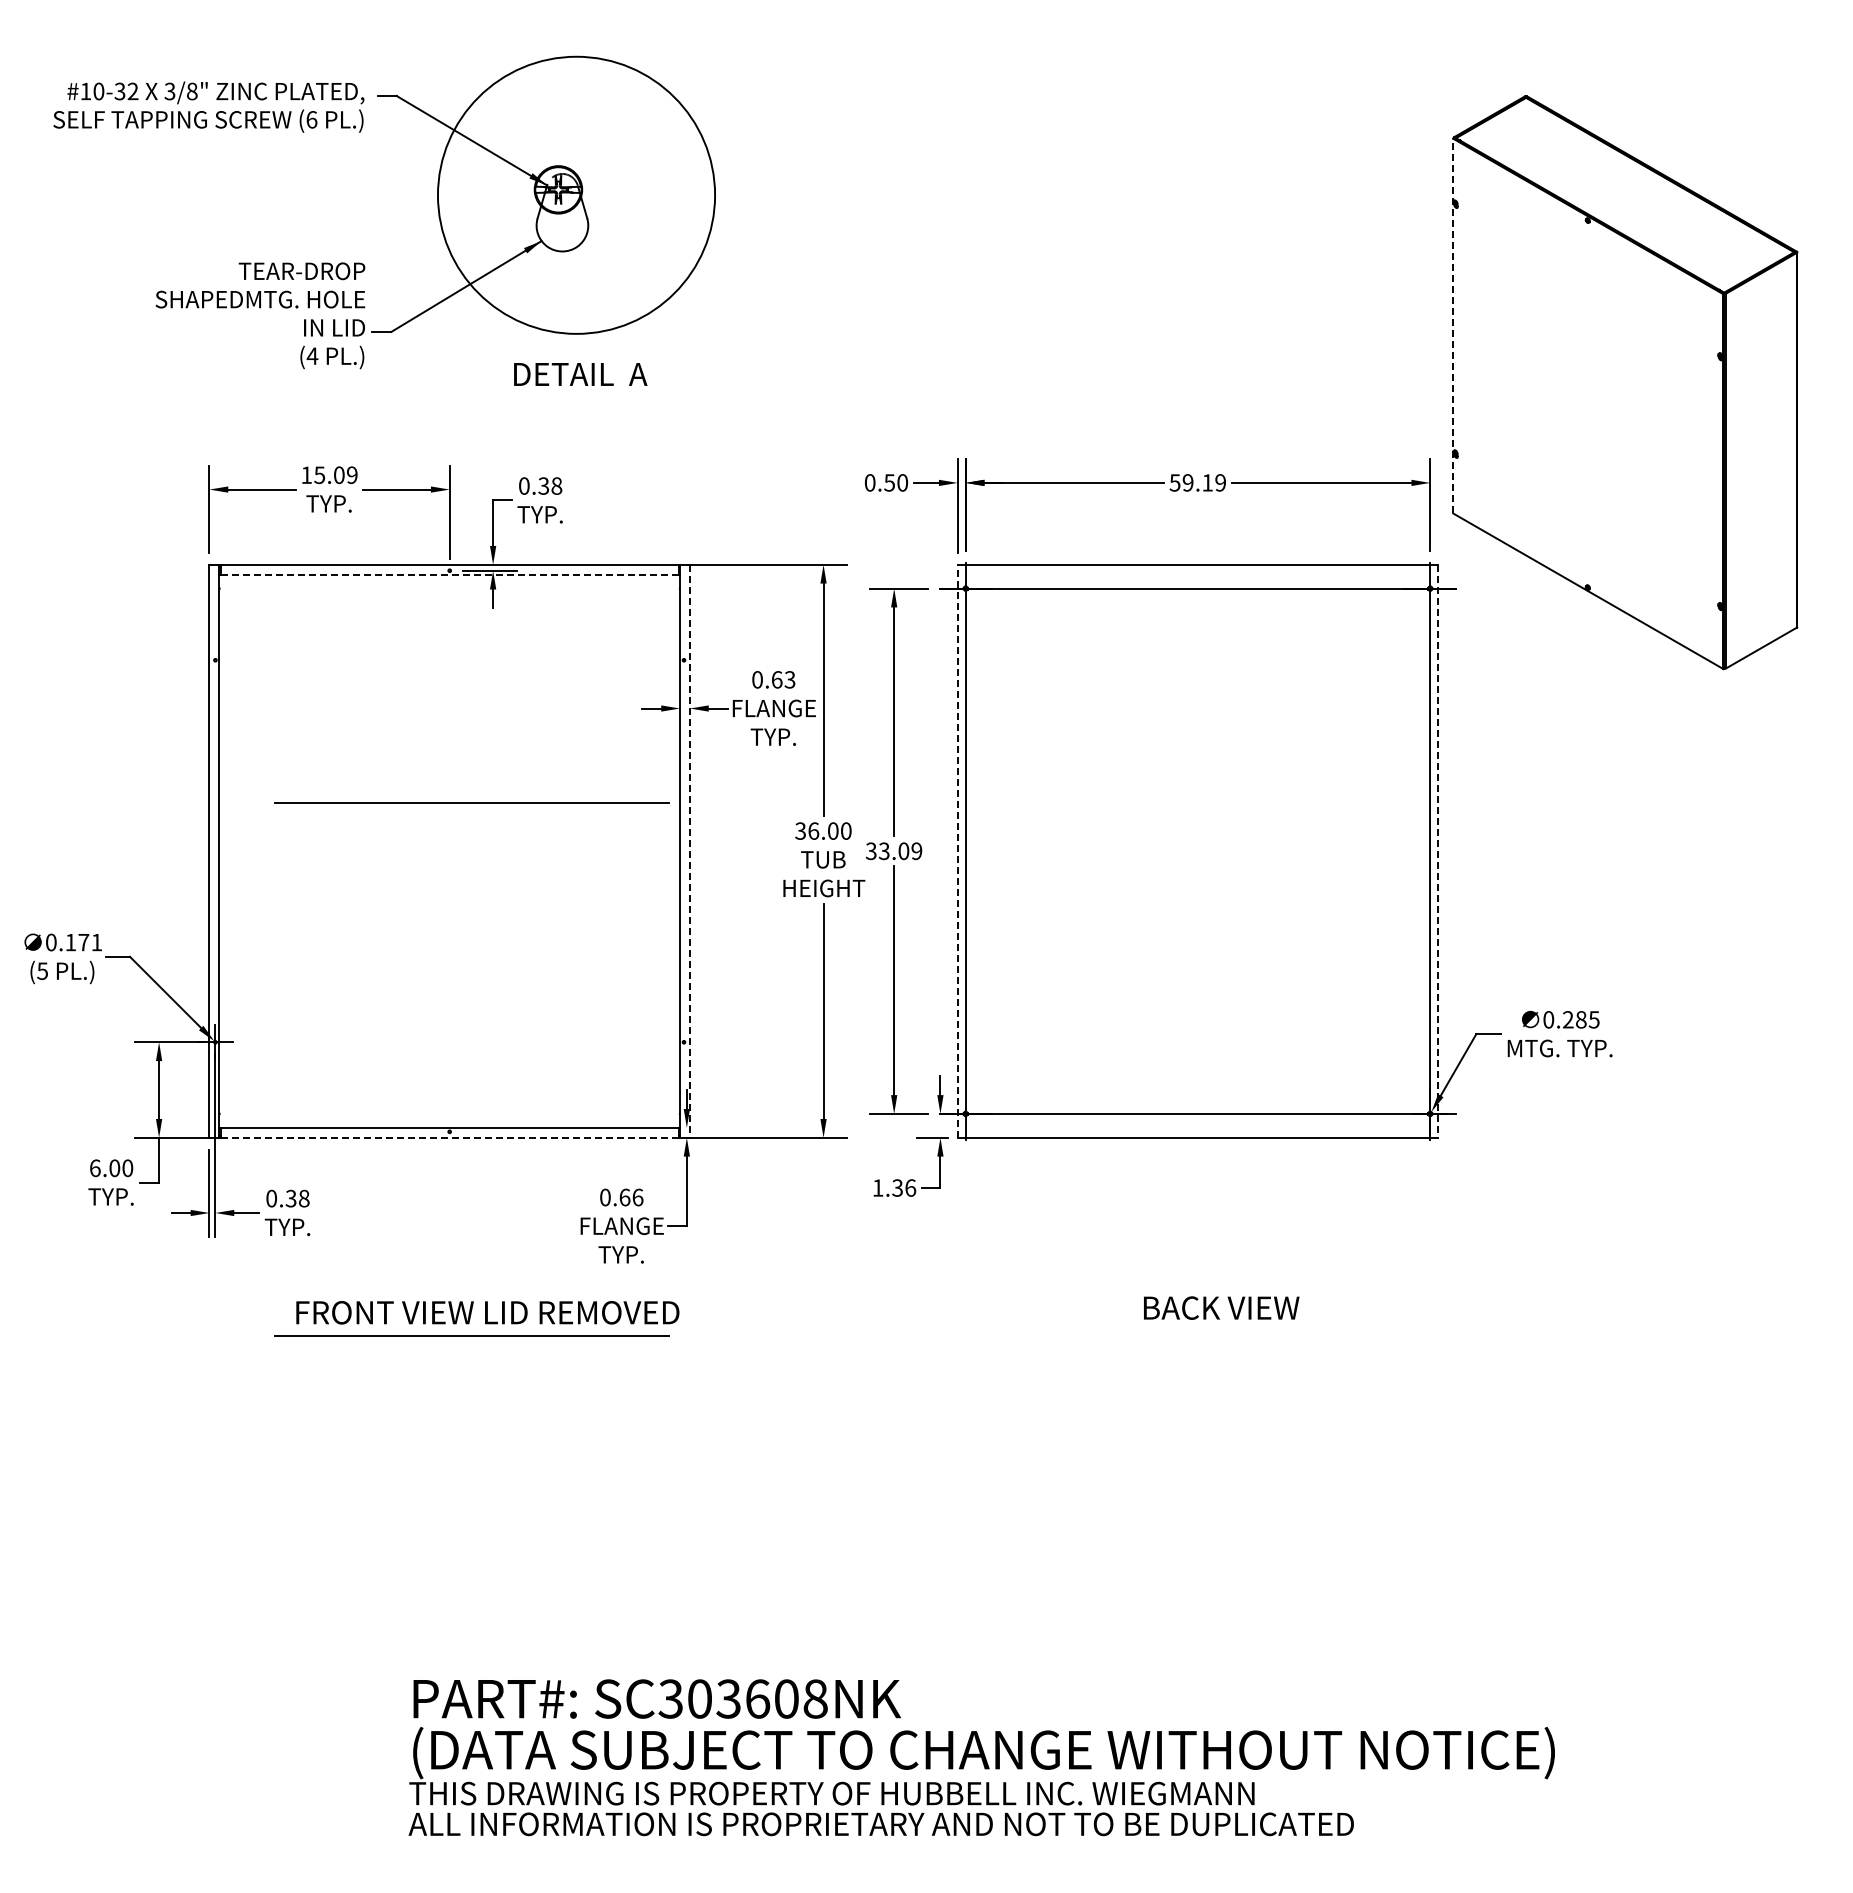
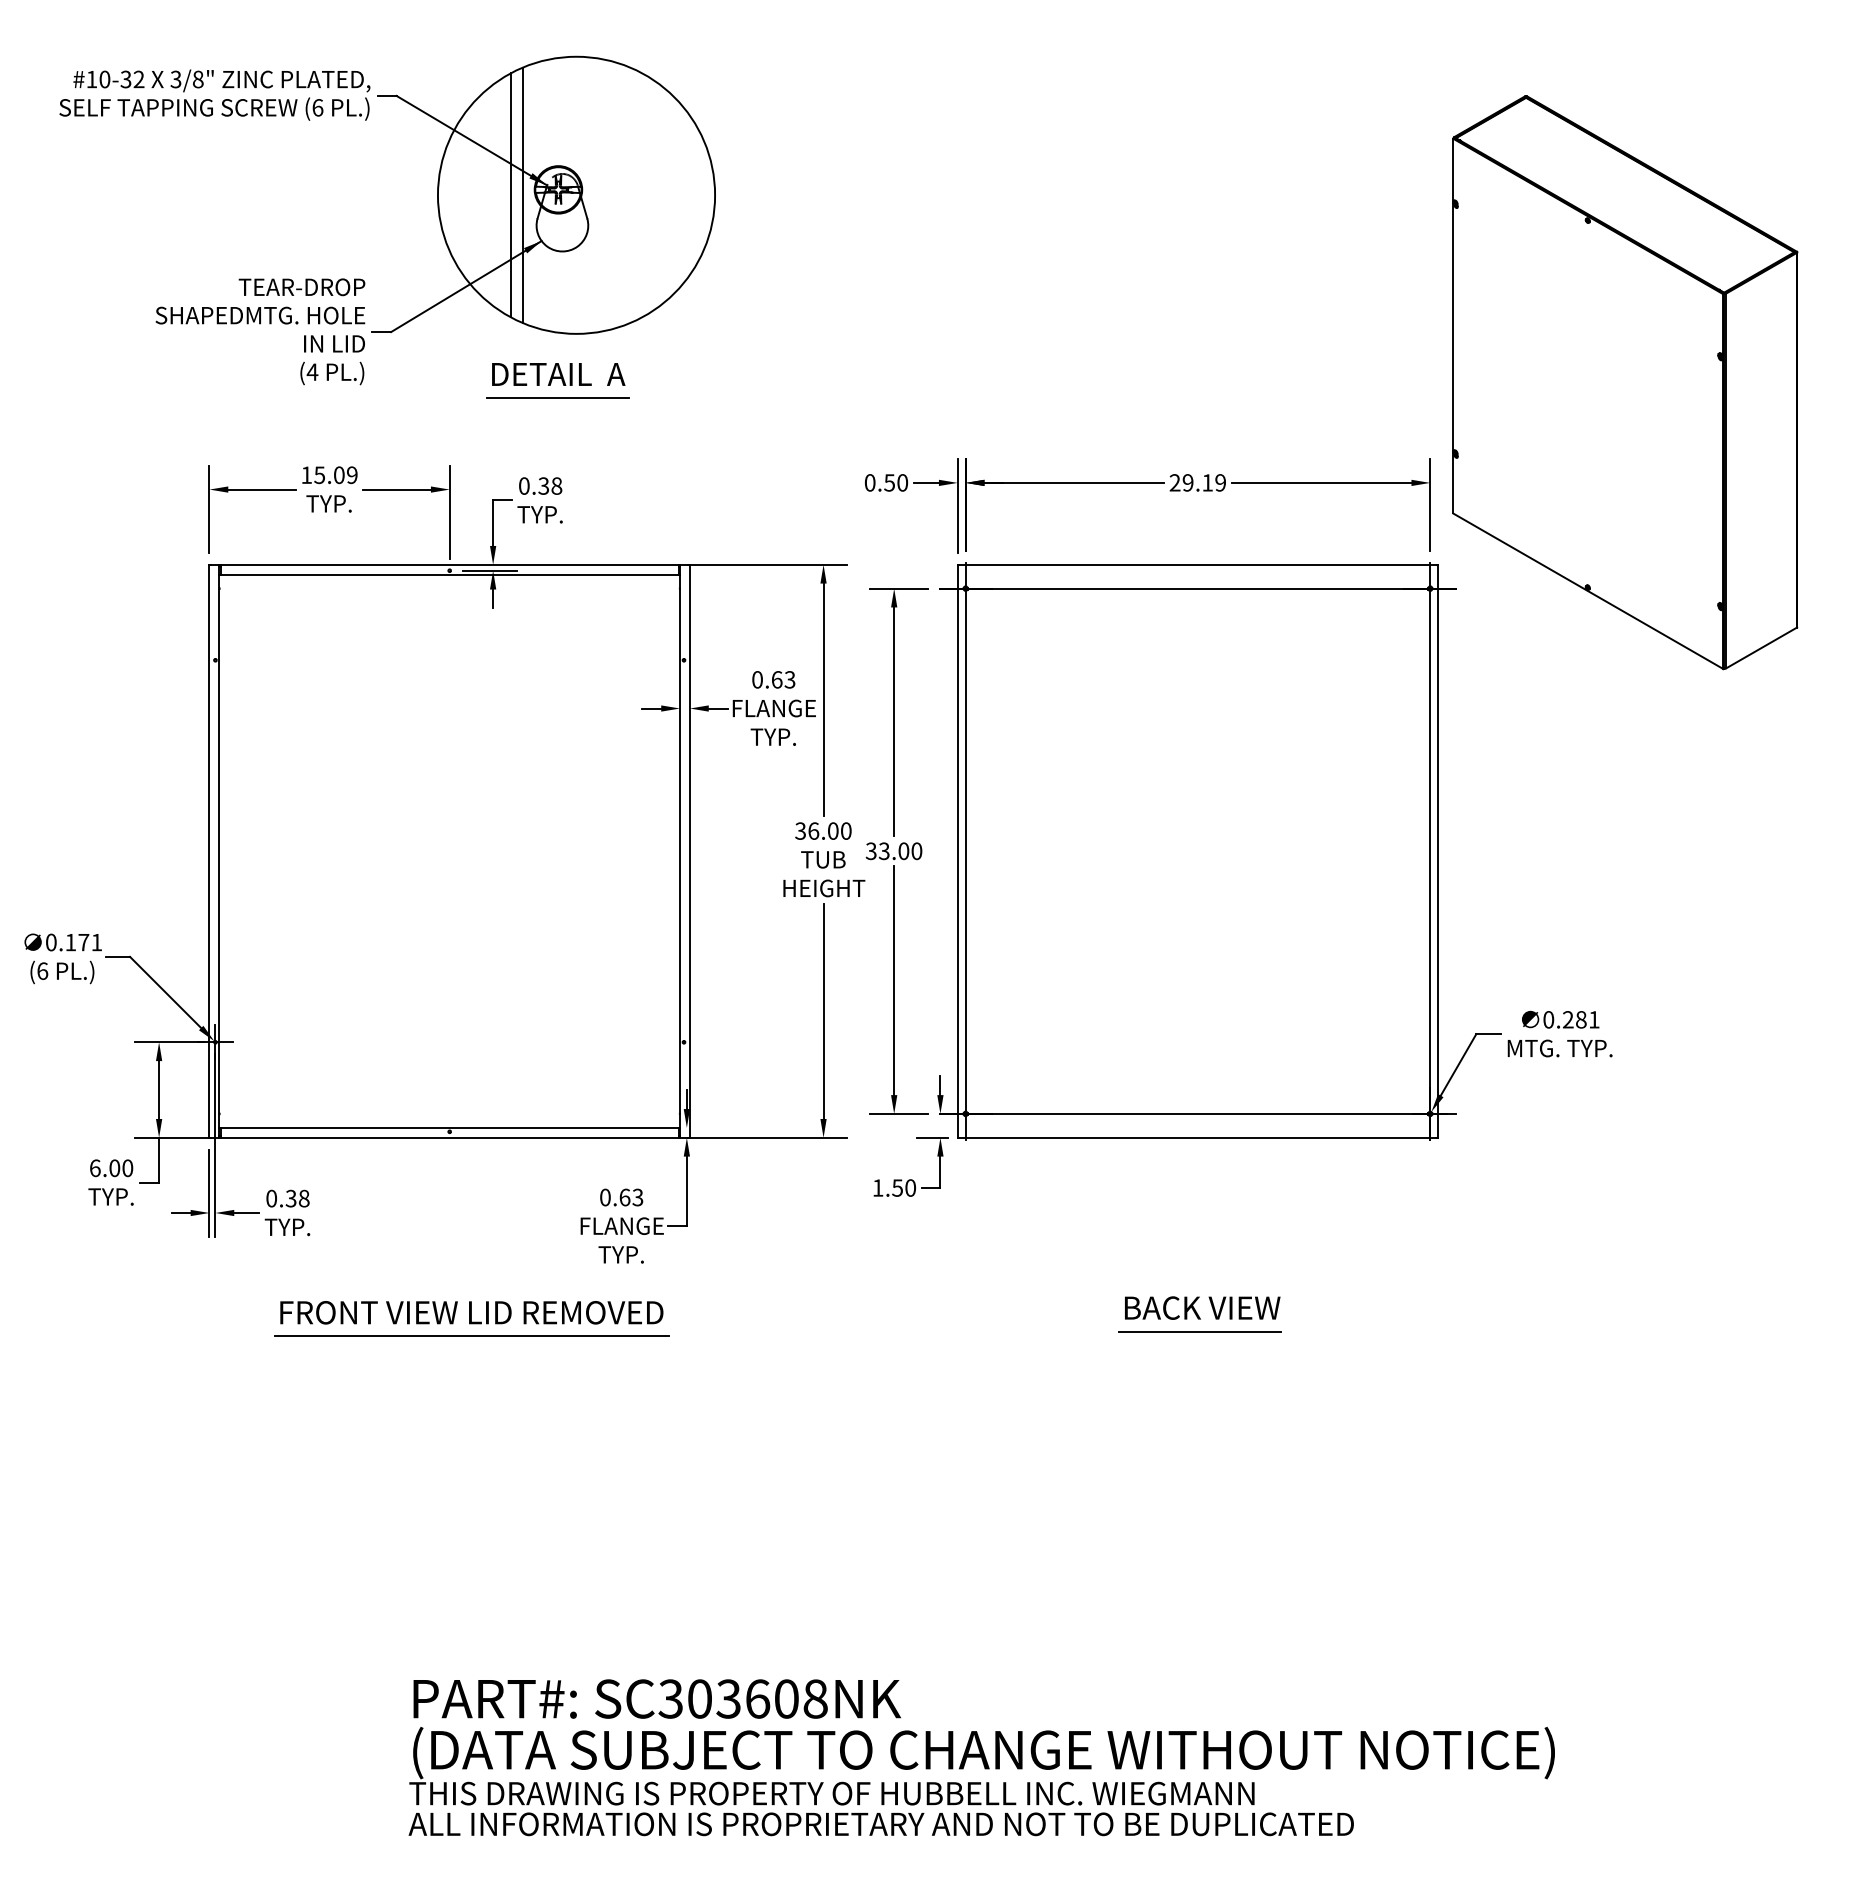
text at (208, 106) position: (208, 106) -> (214, 94)
line at (522, 194): none -> present
line at (510, 195): none -> present
text at (260, 315) position: (260, 315) -> (260, 331)
line at (1453, 325): dashed -> solid
text at (580, 374) position: (580, 374) -> (558, 374)
line at (557, 397): none -> present
text at (1174, 482): 59.19 -> 29.19
line at (449, 574): dashed -> solid
line at (471, 802): present -> none
line at (689, 851): dashed -> solid
text at (916, 851): 33.09 -> 33.00
line at (957, 851): dashed -> solid
line at (1438, 851): dashed -> solid
text at (42, 970): (5 -> (6
text at (1593, 1019): 0.285 -> 0.281
line at (449, 1137): dashed -> solid
text at (904, 1187): 1.36 -> 1.50
text at (637, 1197): 0.66 -> 0.63
text at (1221, 1307) position: (1221, 1307) -> (1202, 1307)
text at (487, 1312) position: (487, 1312) -> (471, 1312)
line at (1199, 1331): none -> present
